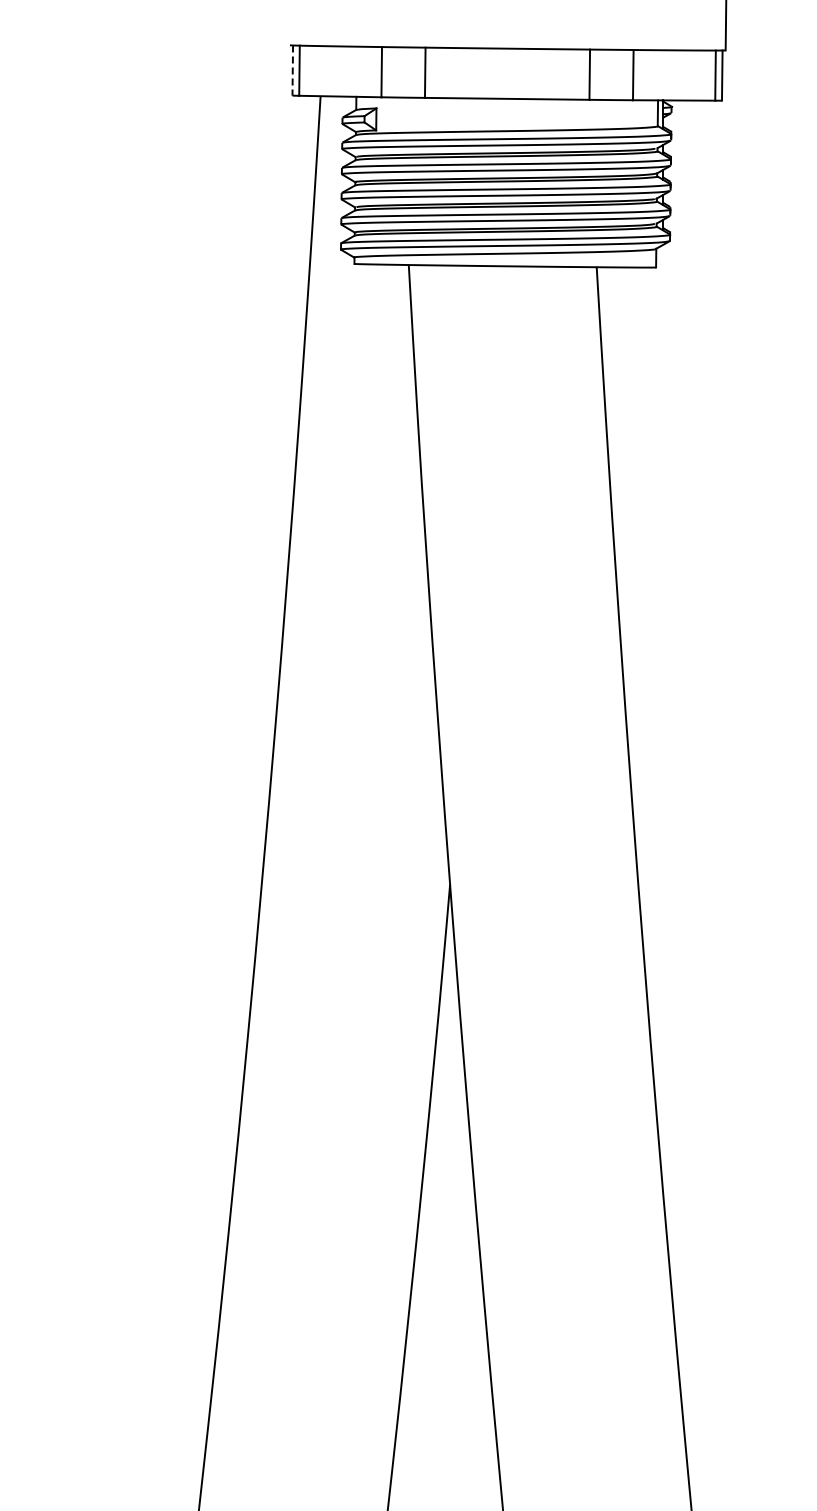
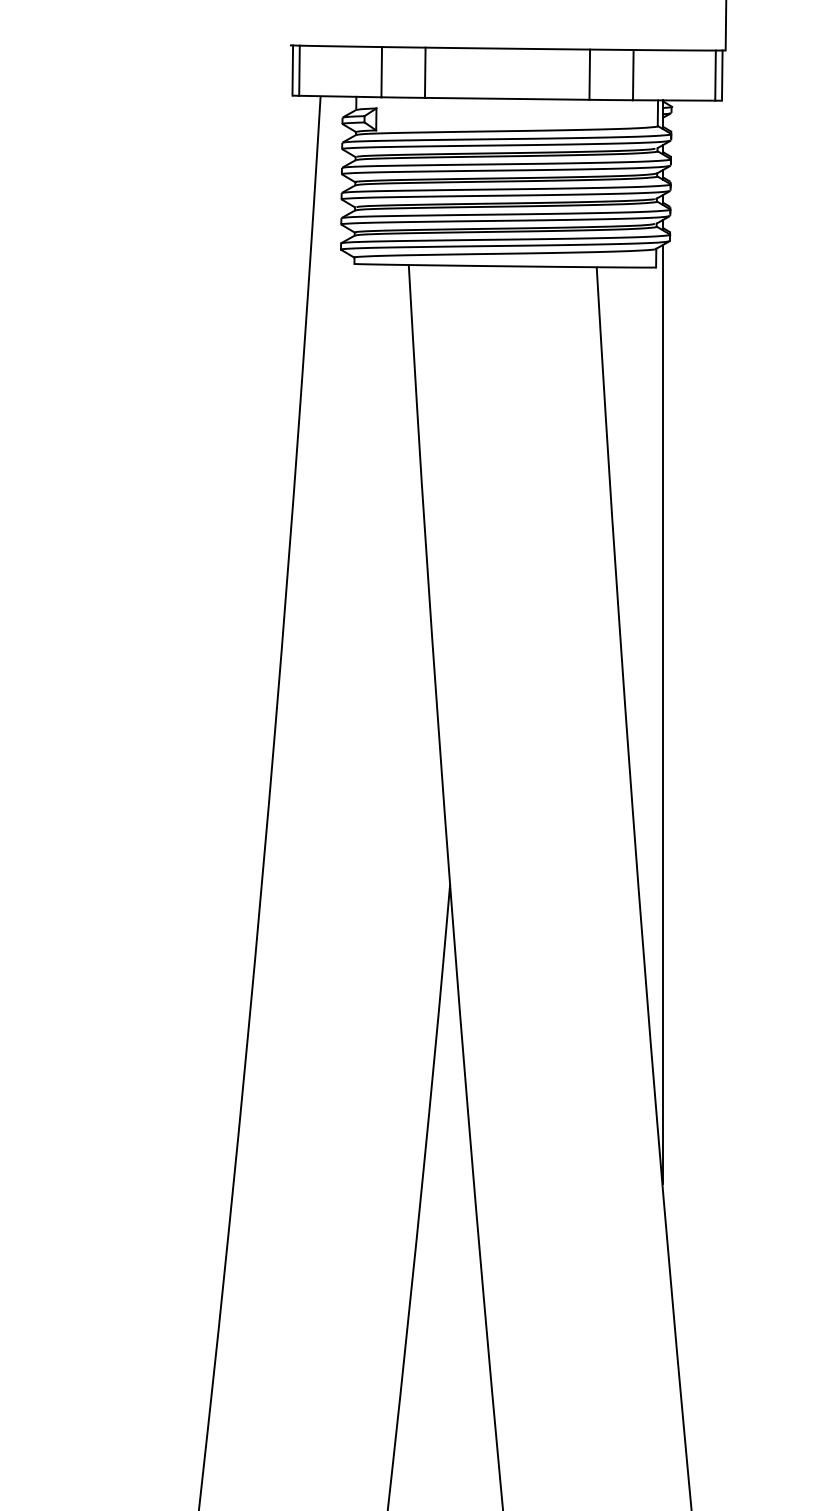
line at (292, 71): dashed -> solid
line at (662, 714): none -> present
